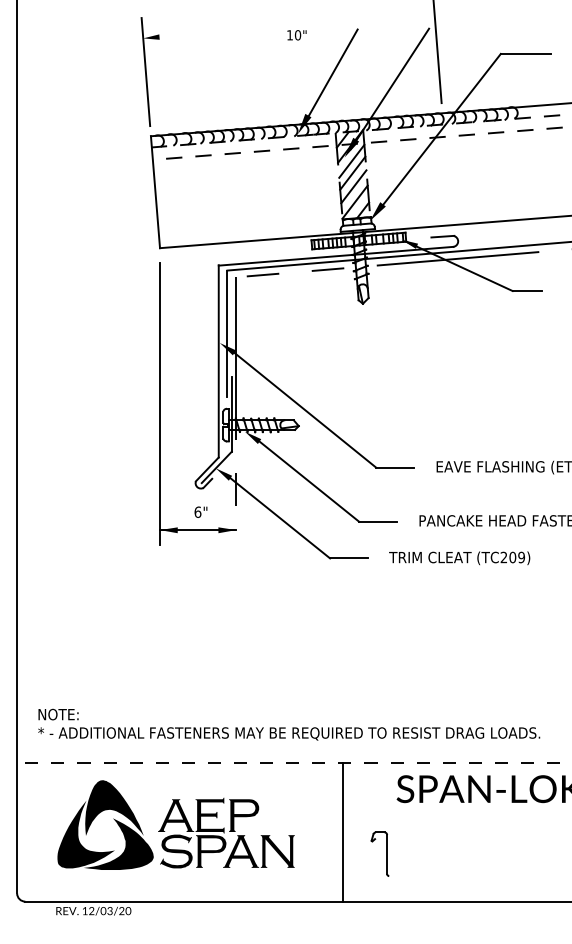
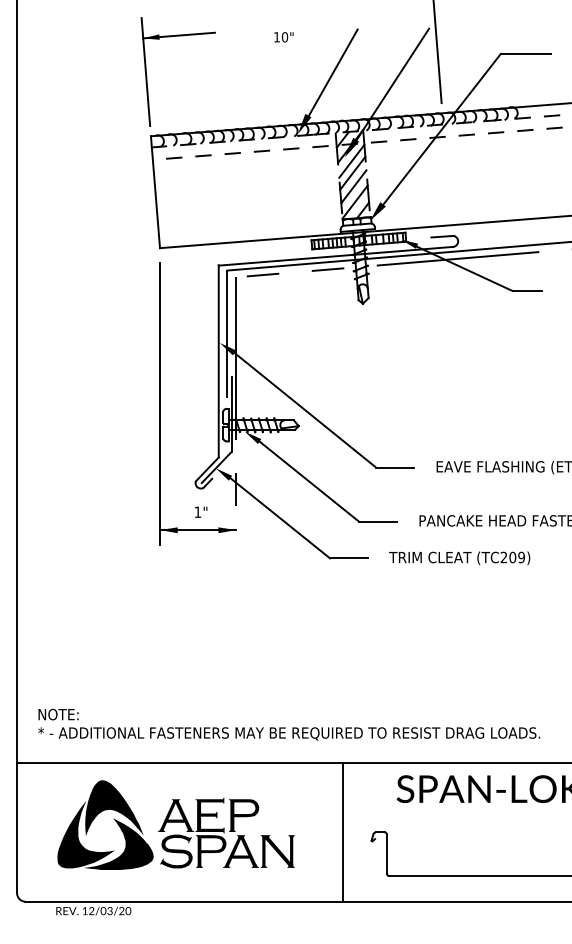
line at (178, 35): none -> present
text at (296, 35) position: (296, 35) -> (283, 37)
text at (197, 511): 6" -> 1"
line at (294, 763): dashed -> solid
line at (478, 876): none -> present
